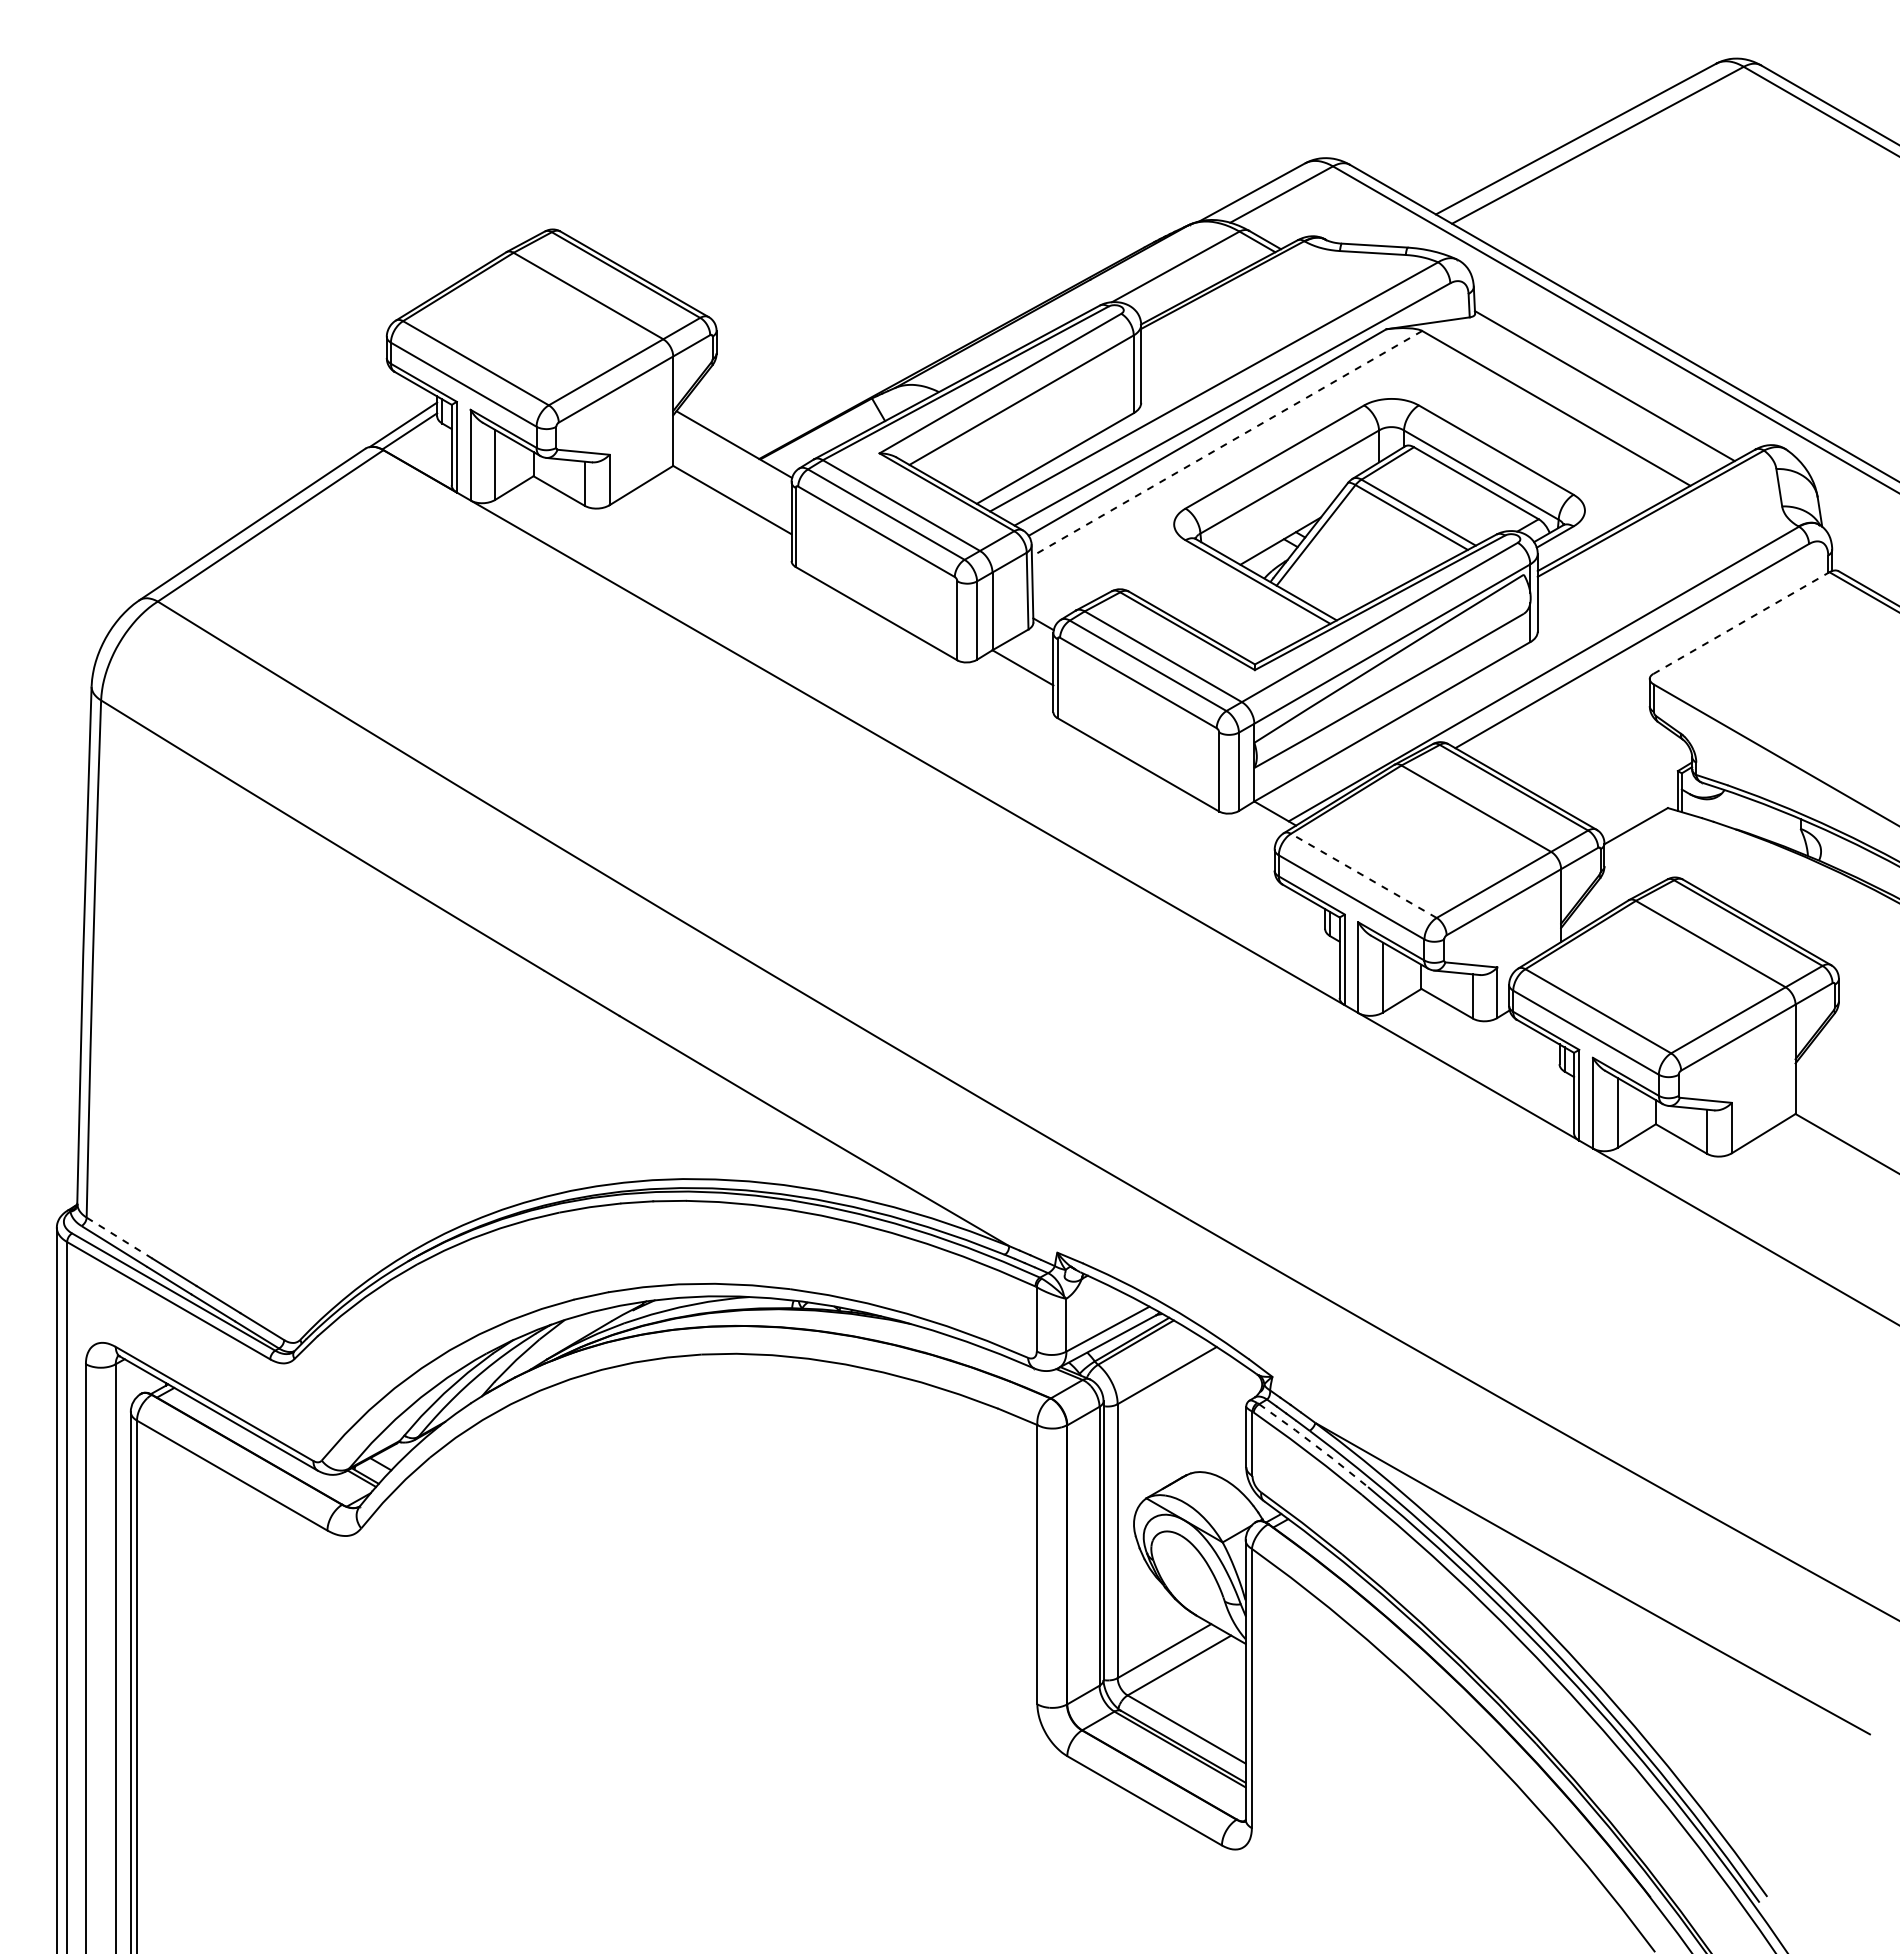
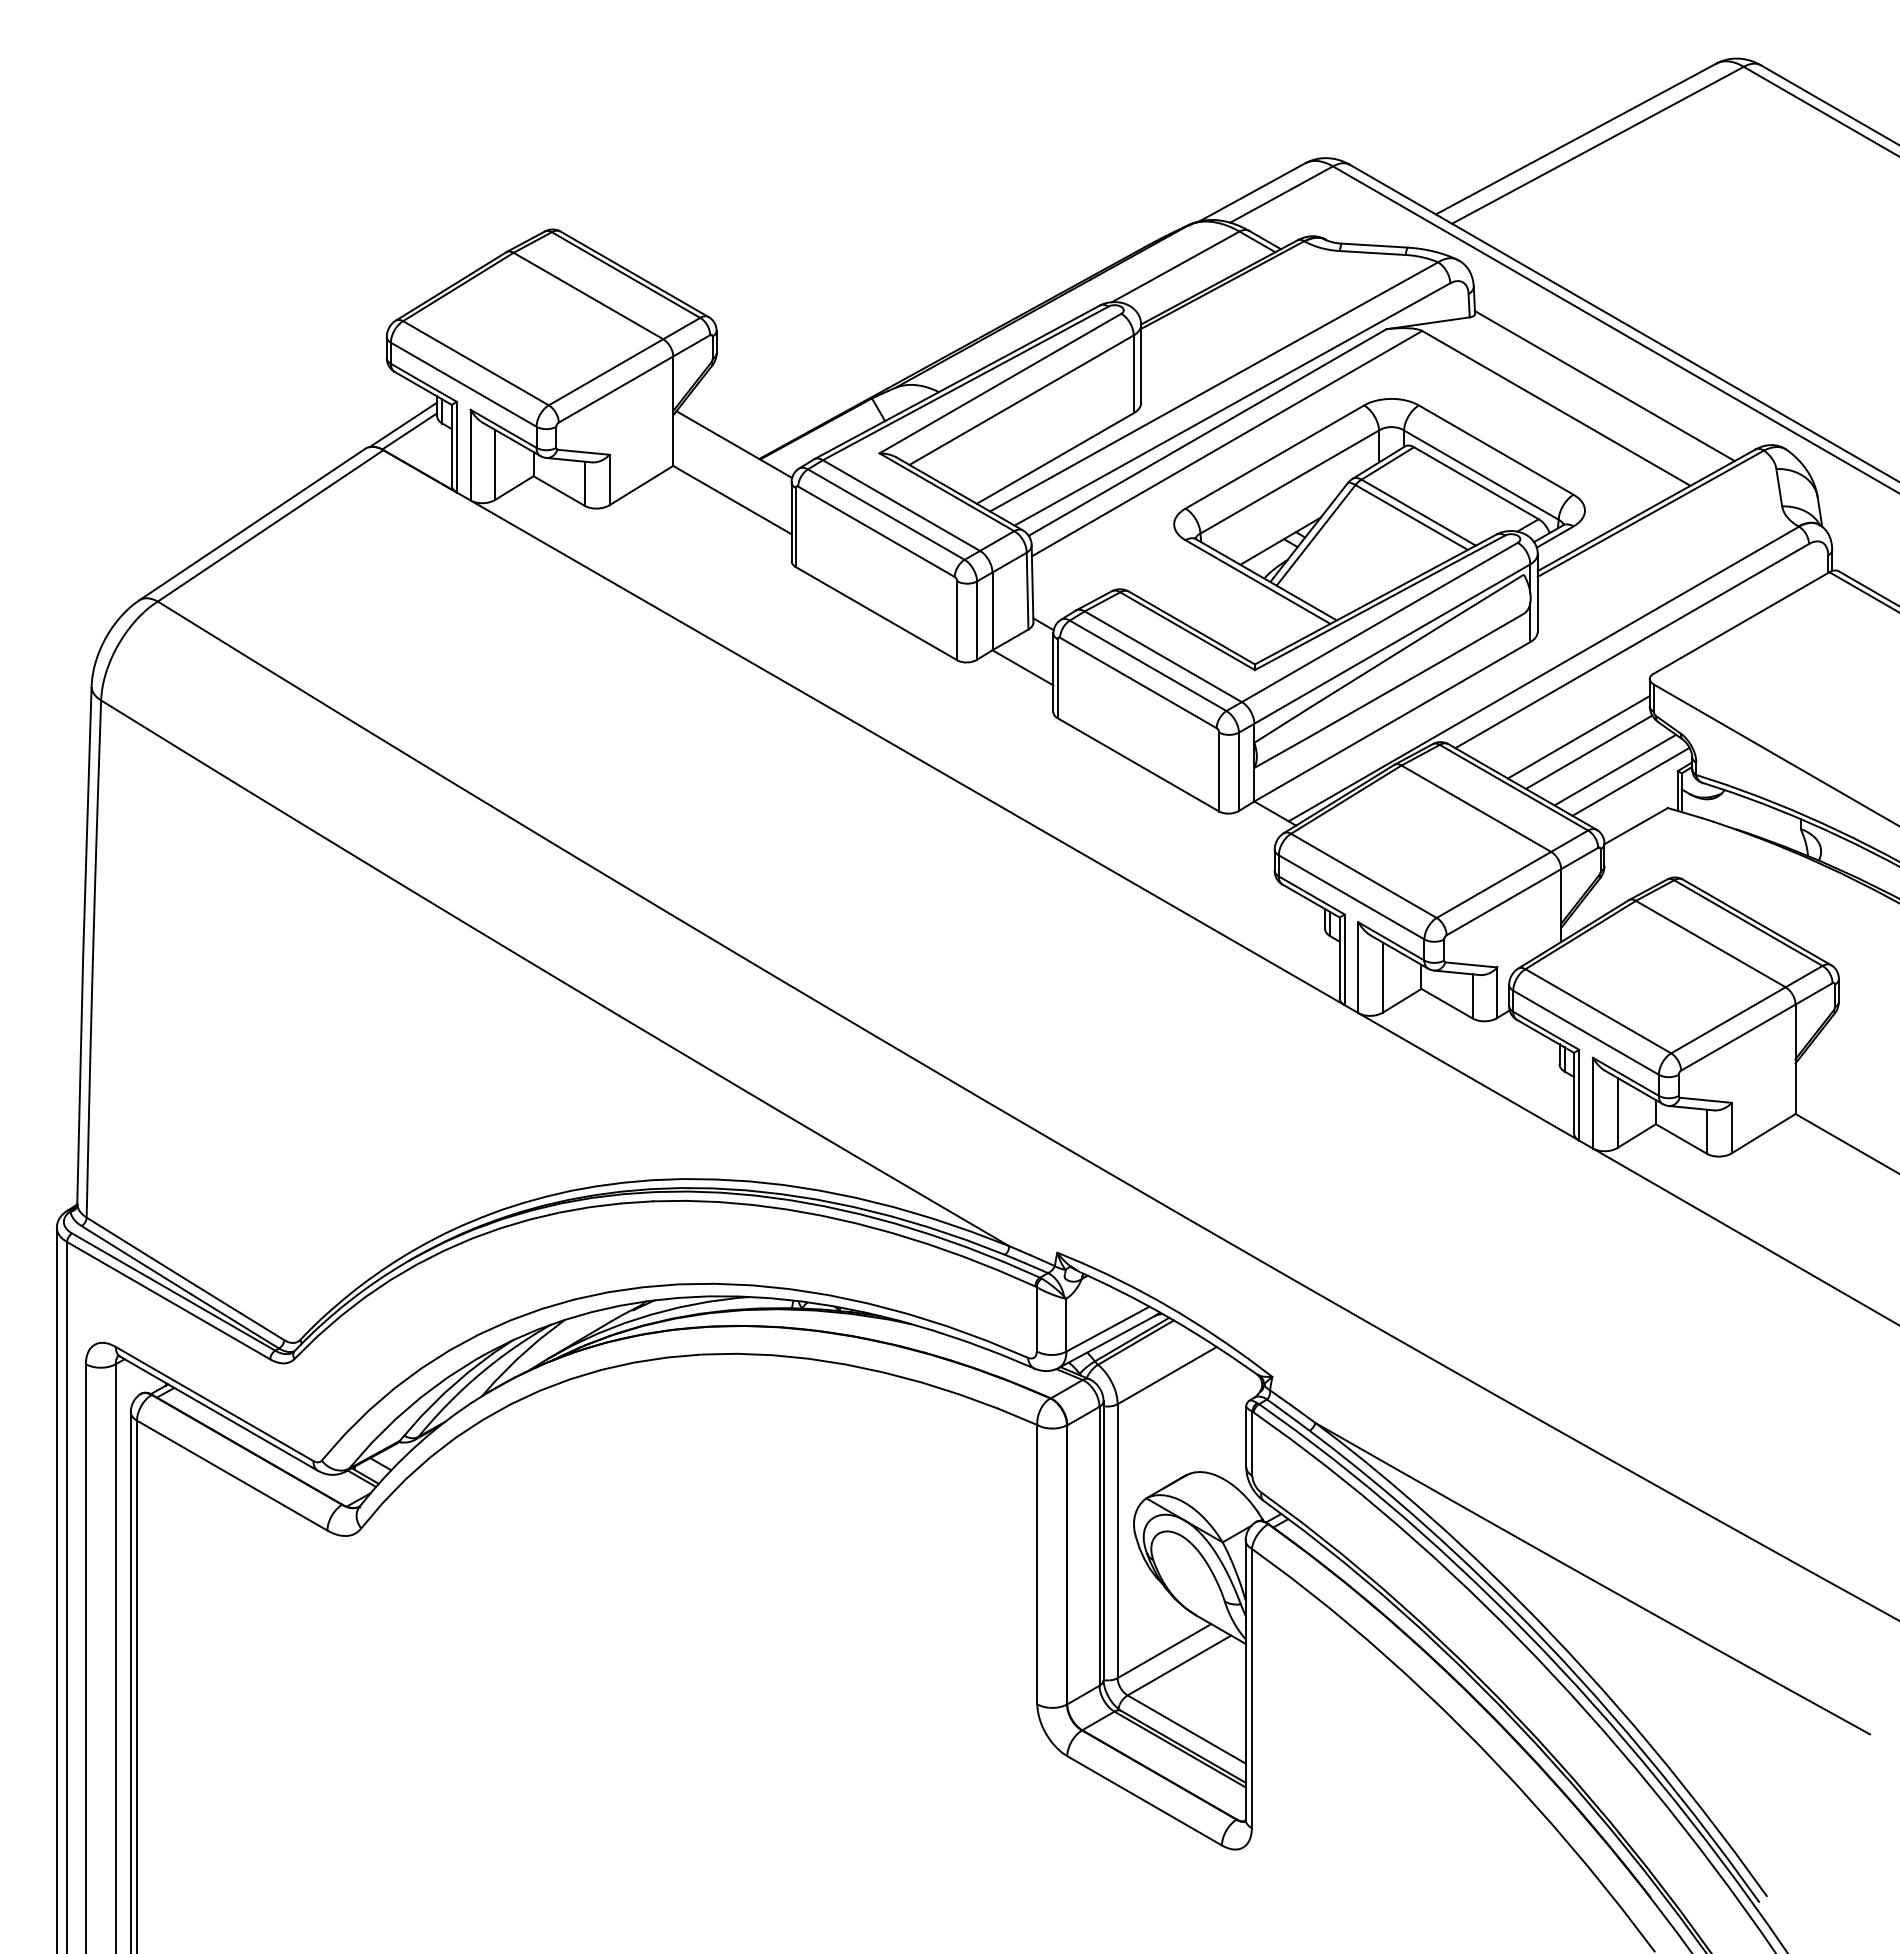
line at (1226, 443): dashed -> solid
line at (1741, 623): dashed -> solid
line at (1578, 737): none -> present
line at (1588, 751): none -> present
line at (1615, 769): none -> present
line at (1630, 781): none -> present
line at (1363, 875): dashed -> solid
line at (118, 1237): dashed -> solid
line at (1314, 1444): dashed -> solid
